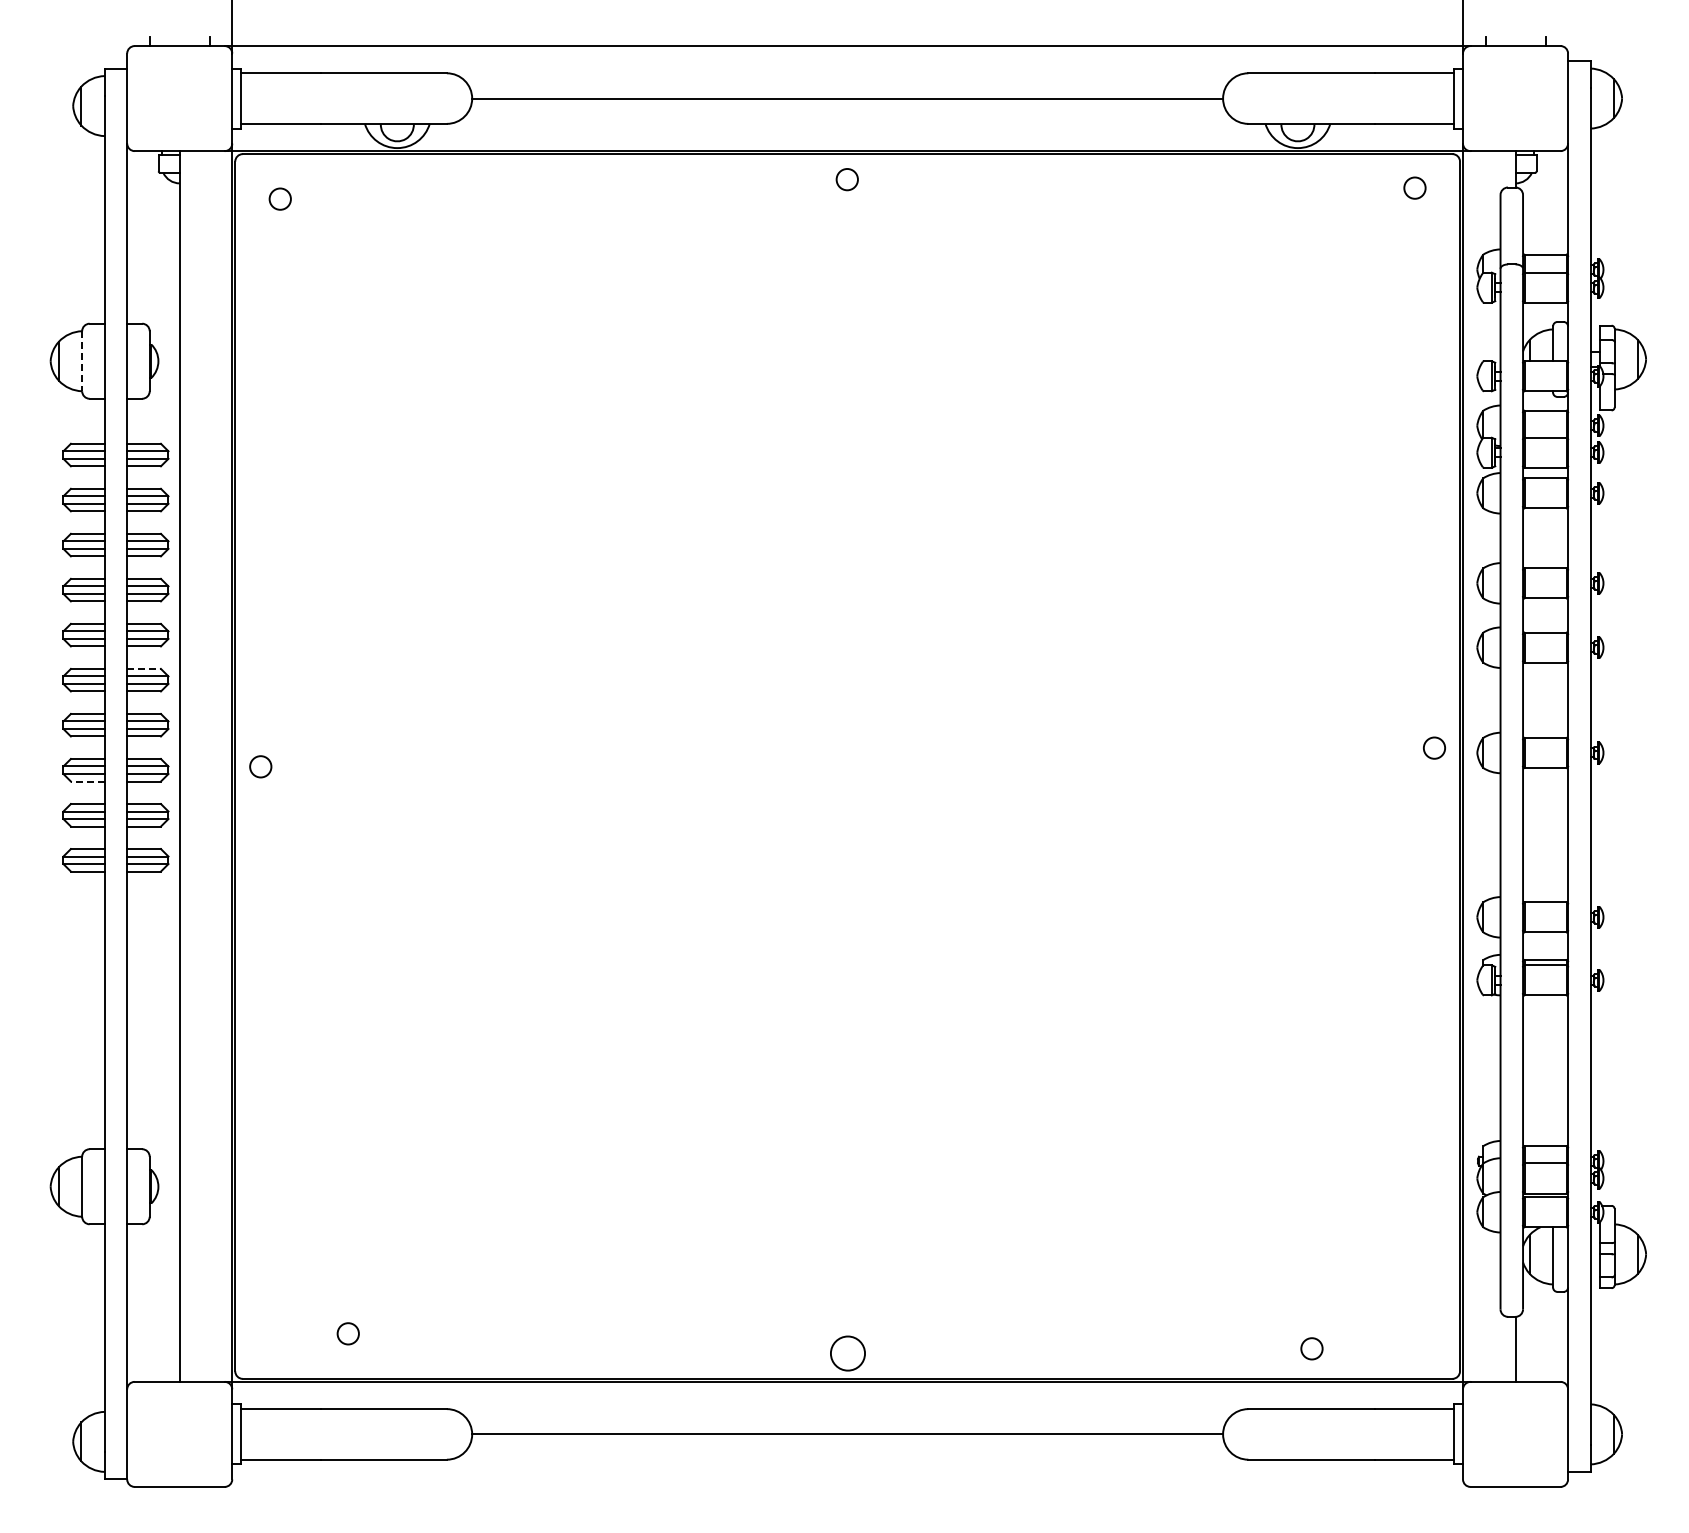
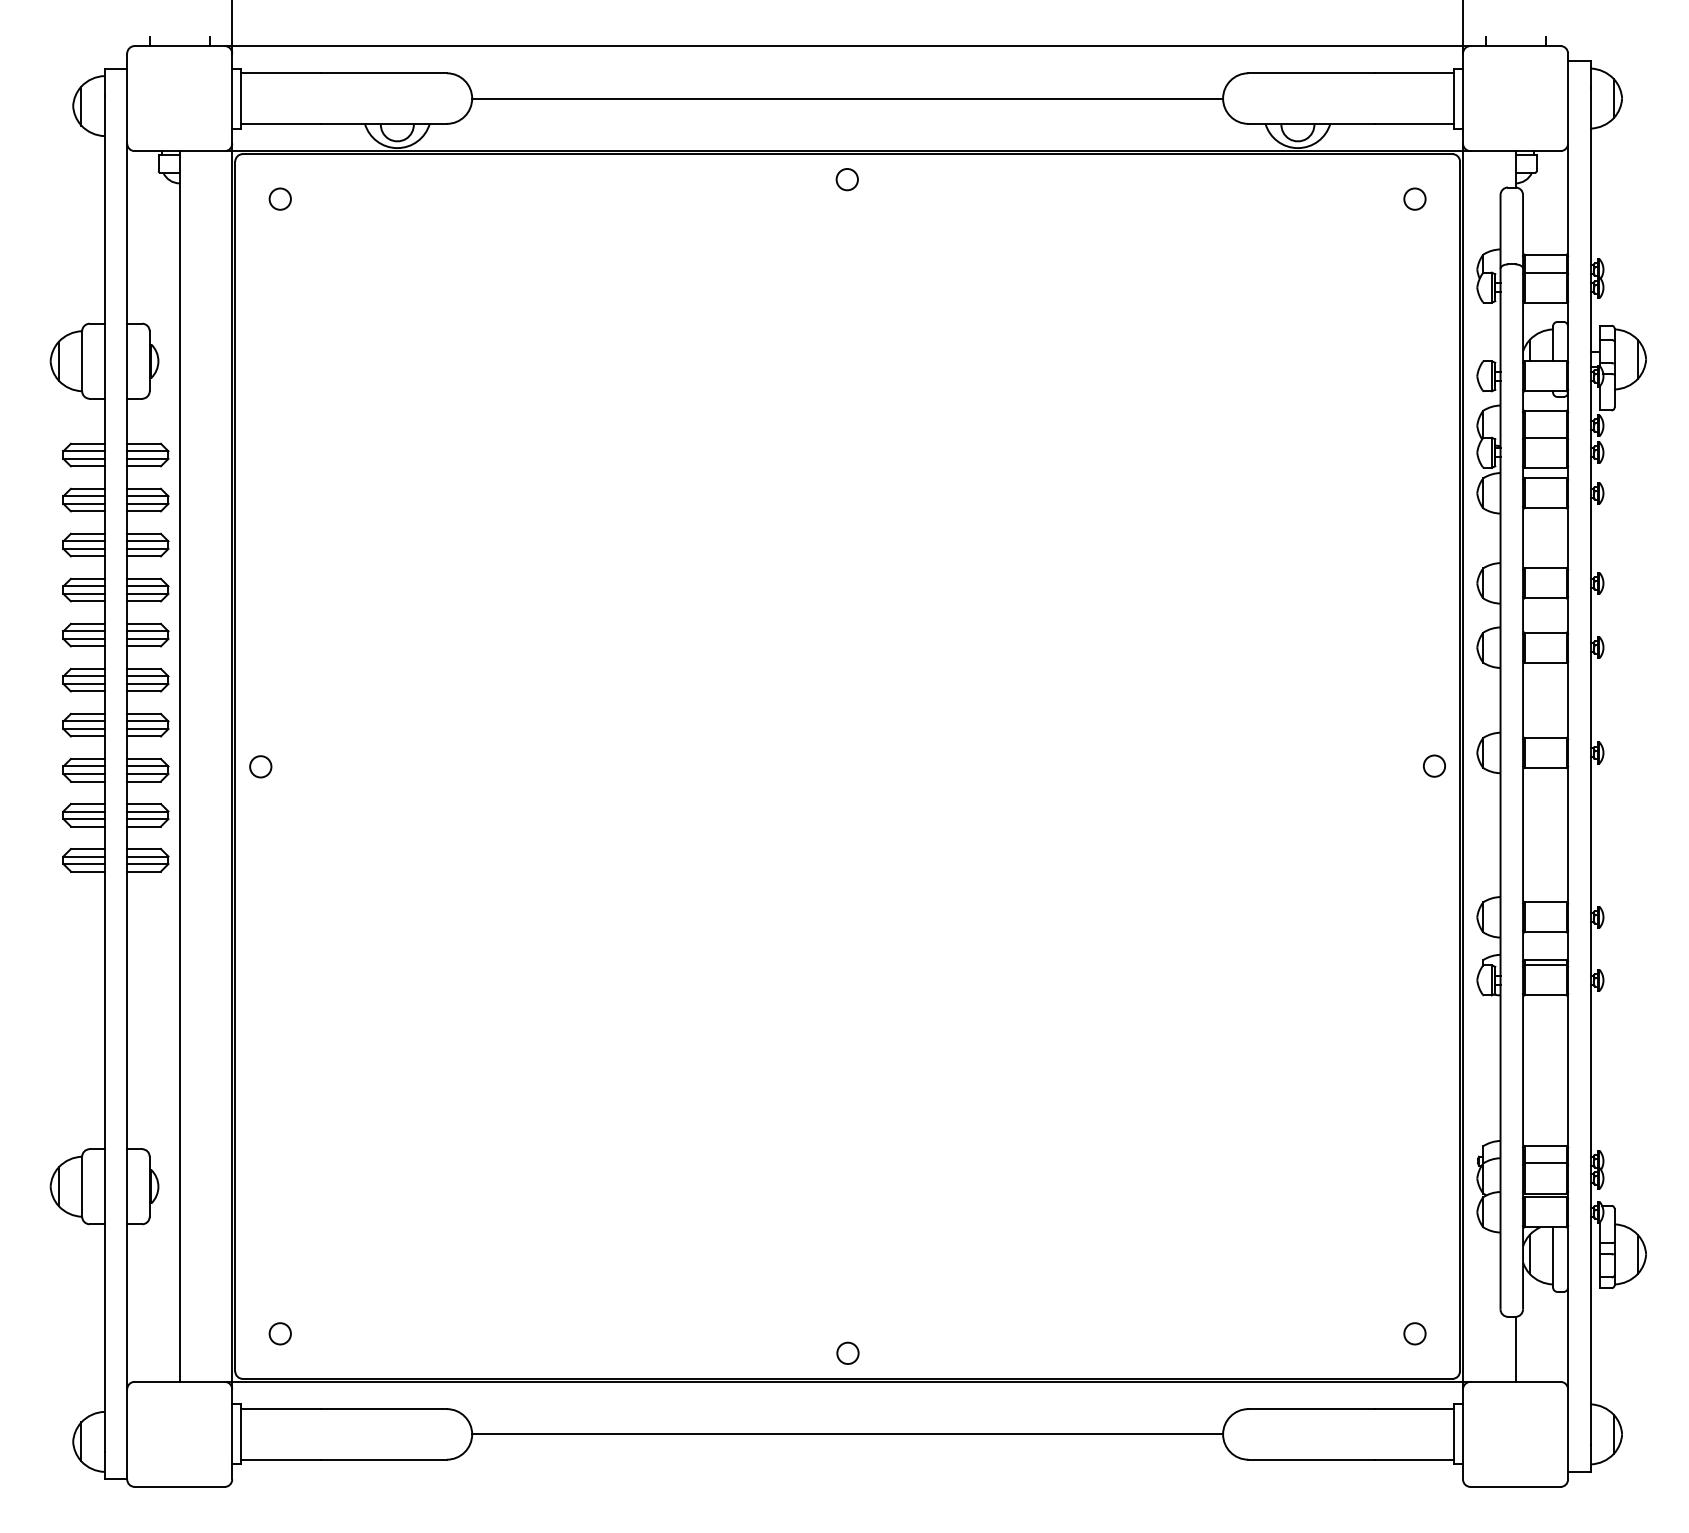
circle at (1414, 187) position: (1414, 187) -> (1414, 198)
line at (82, 361): dashed -> solid
line at (144, 668): dashed -> solid
circle at (1434, 747) position: (1434, 747) -> (1434, 765)
line at (87, 781): dashed -> solid
circle at (347, 1333) position: (347, 1333) -> (279, 1333)
circle at (1311, 1348) position: (1311, 1348) -> (1414, 1333)
circle at (847, 1353) size: 36x37 px -> 24x24 px
